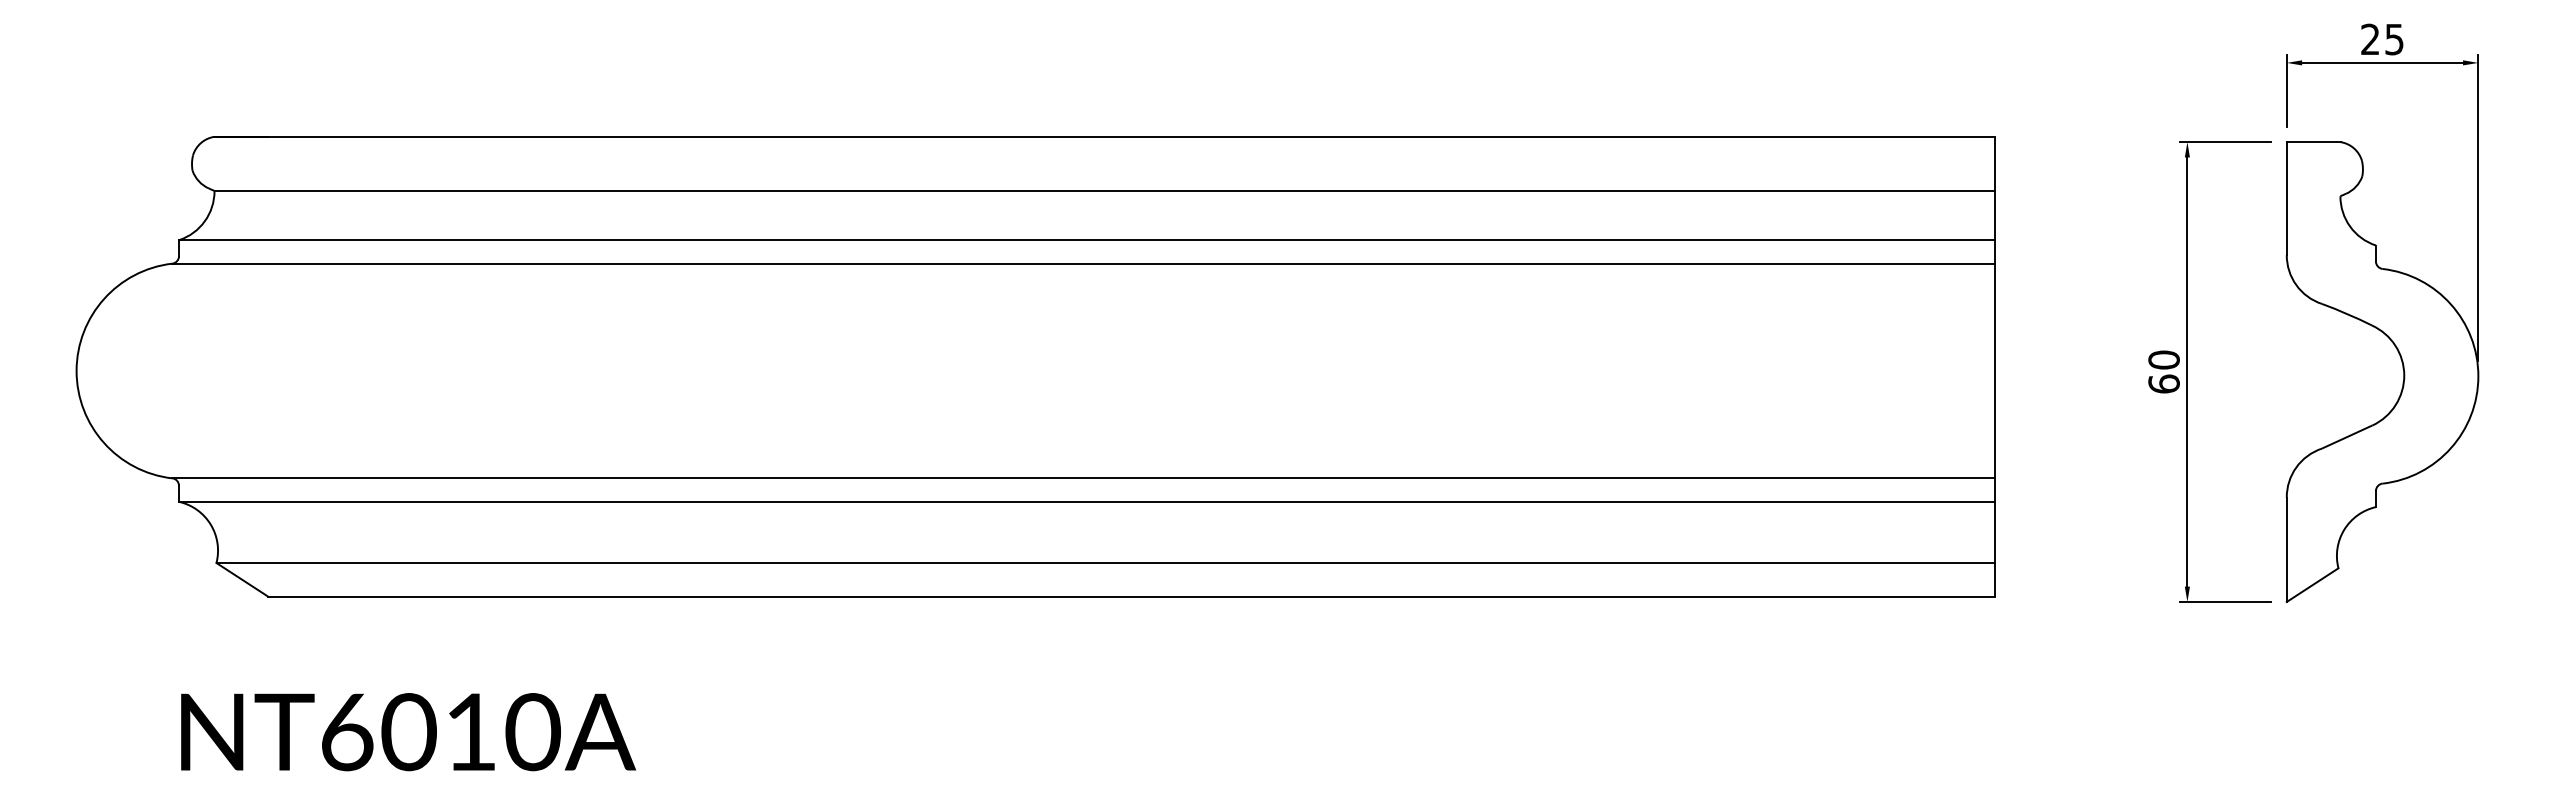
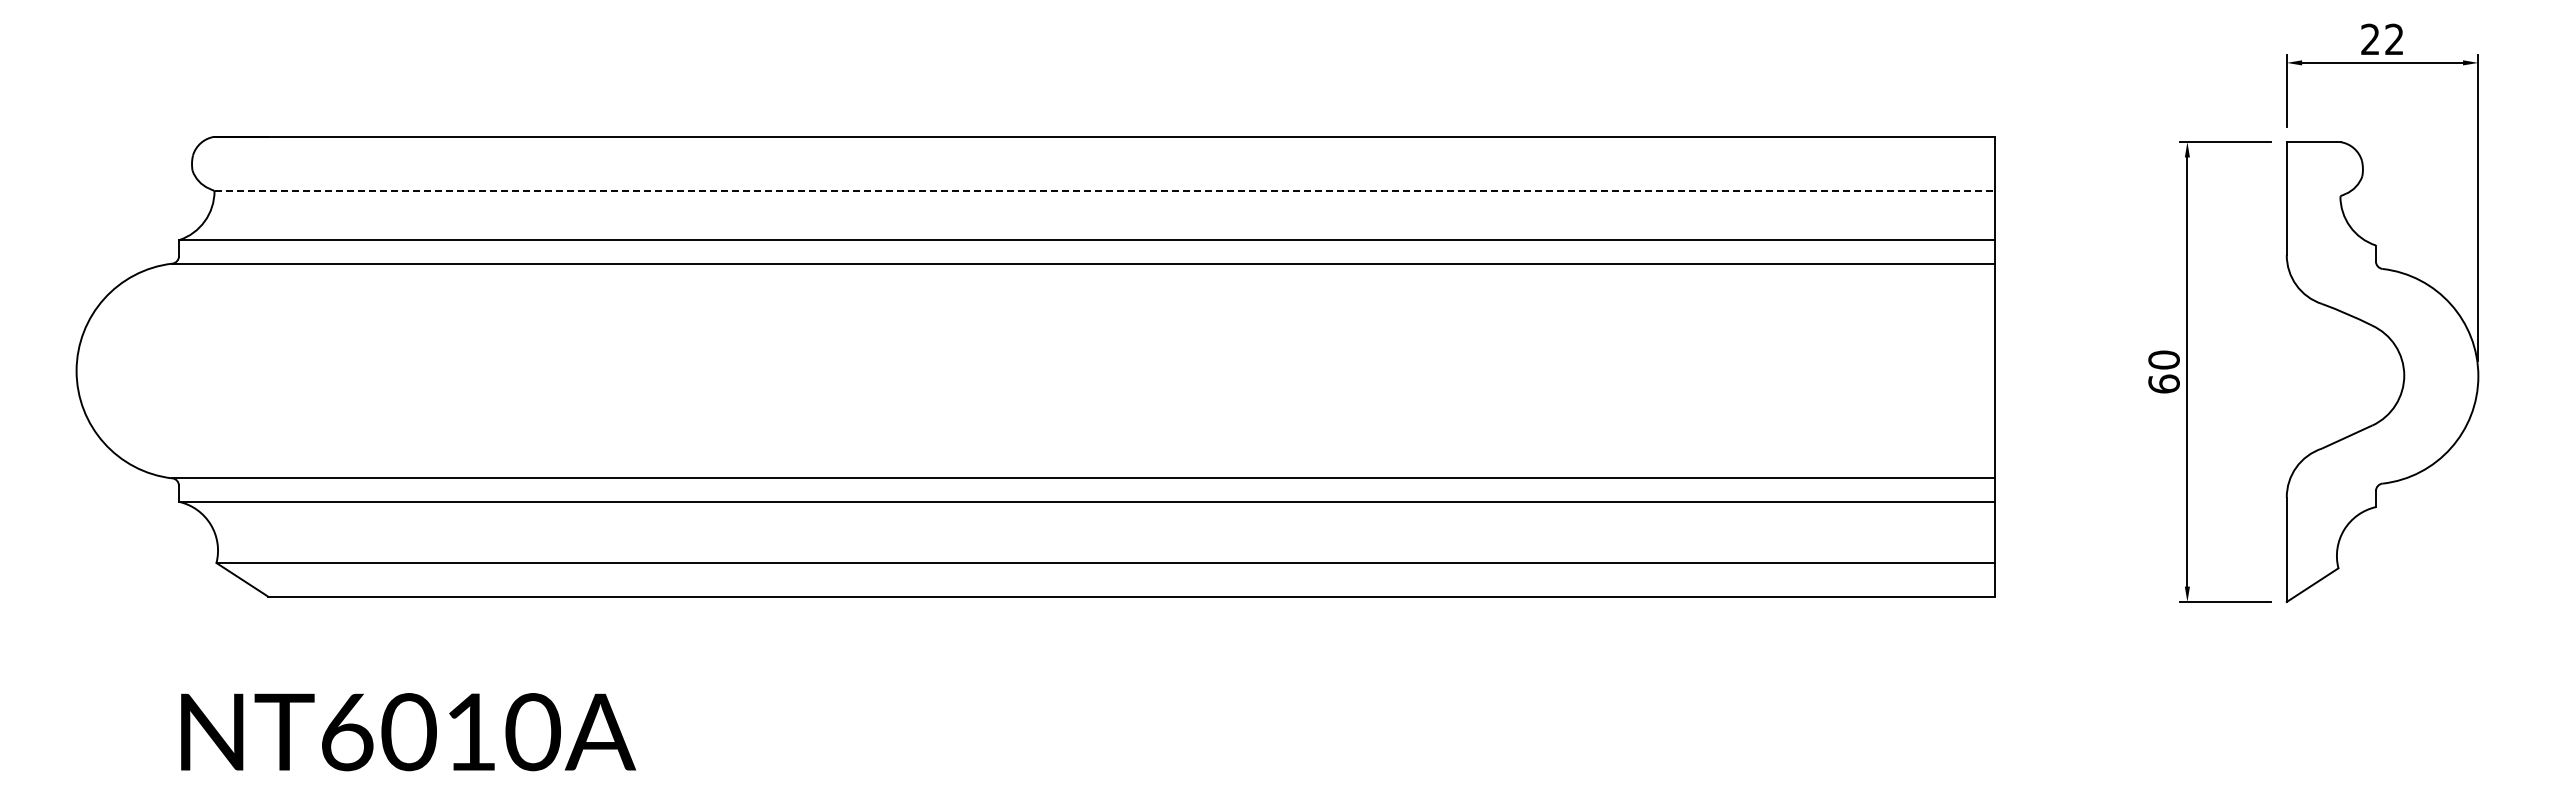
text at (2394, 39): 25 -> 22
line at (1104, 191): solid -> dashed
